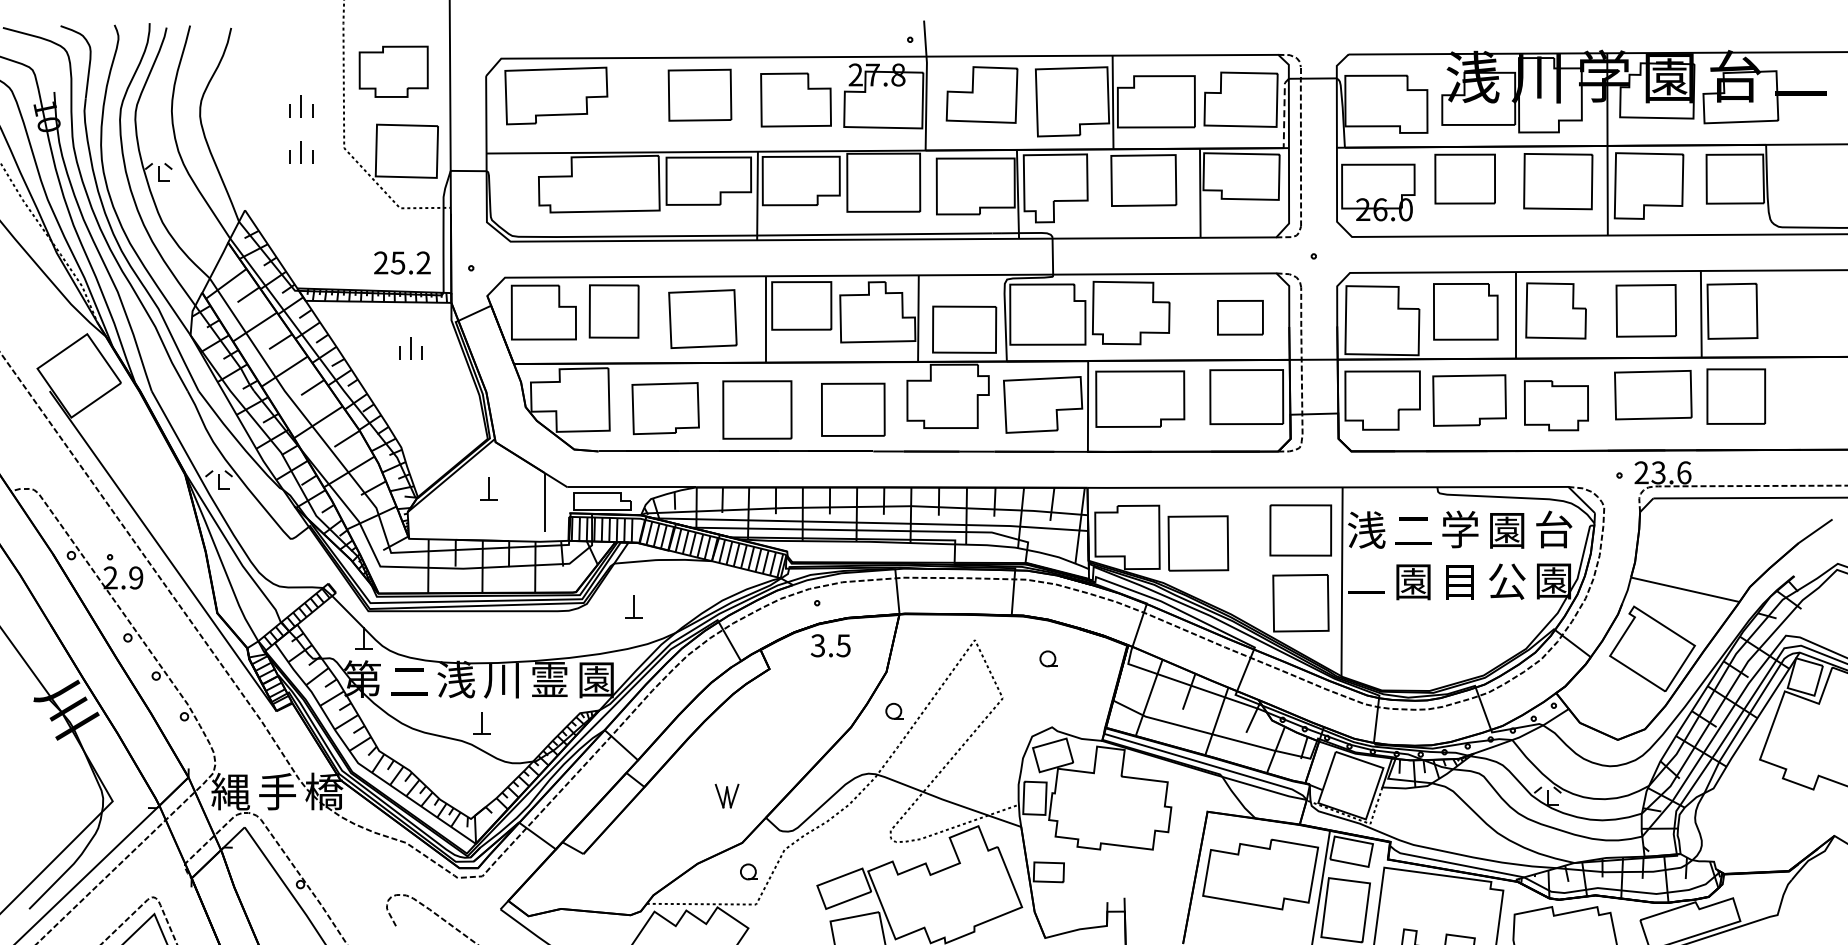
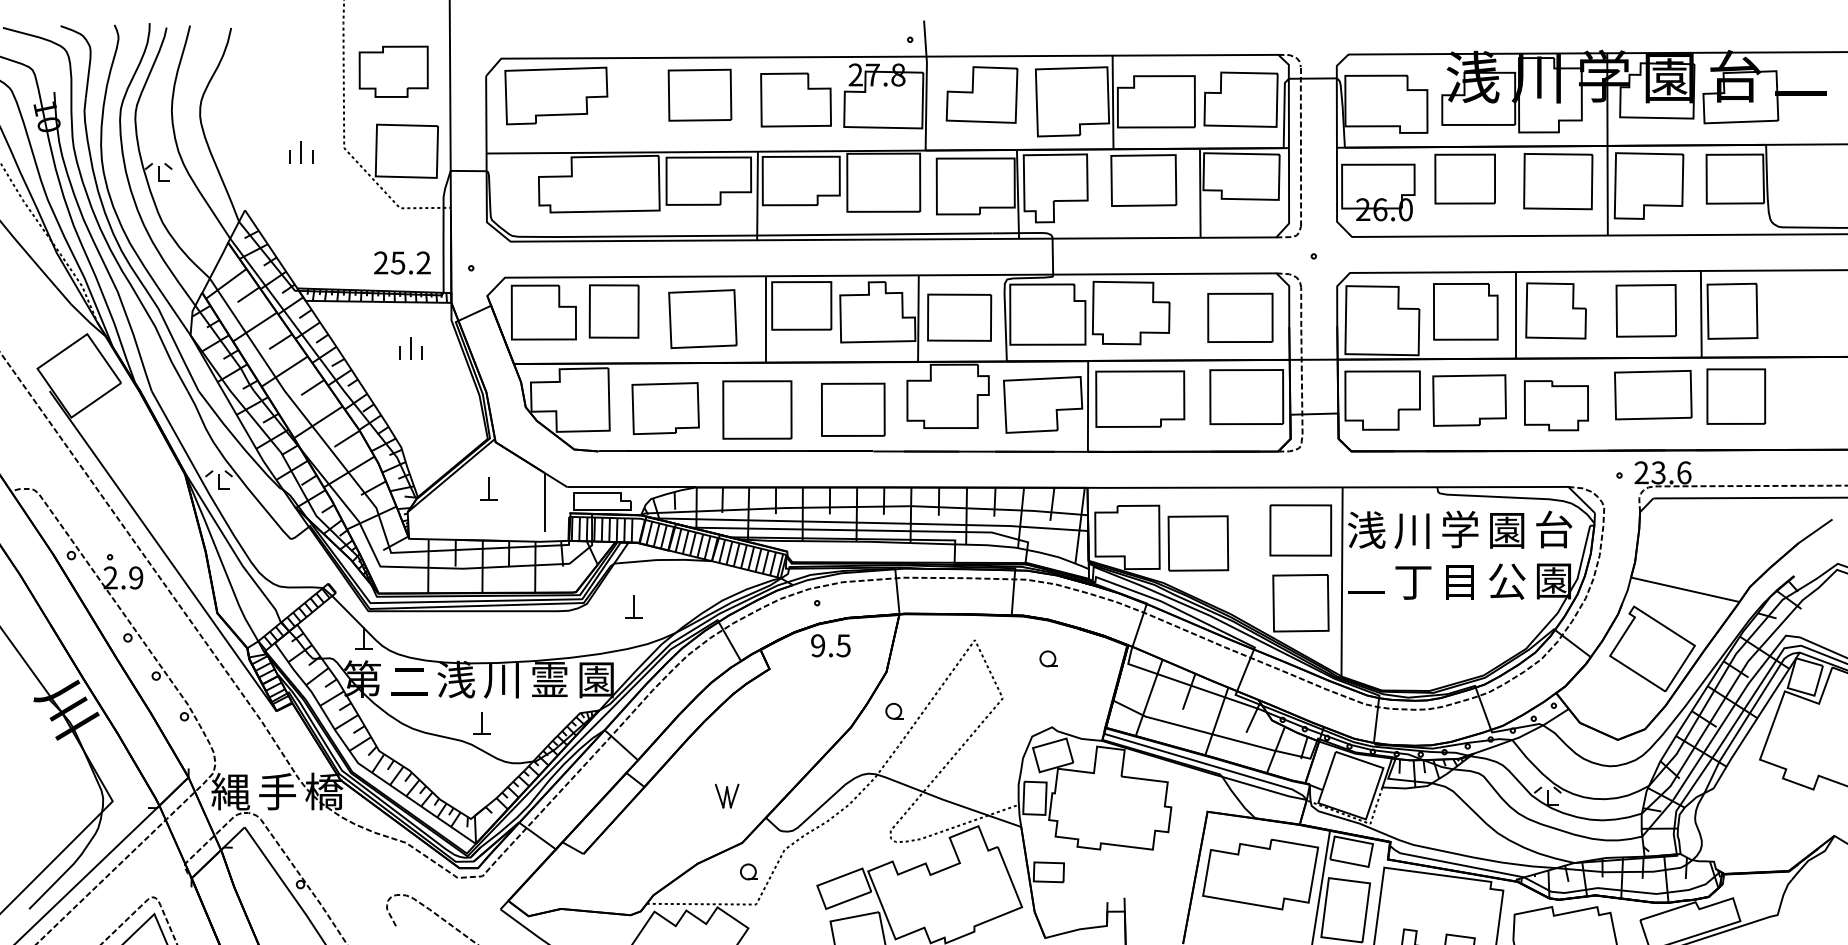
part at (301, 106): present -> none
line at (1284, 112): dashed -> solid
part at (1240, 317) size: 47x36 px -> 67x51 px
part at (964, 329) position: (964, 329) -> (959, 317)
text at (1412, 531): 二 -> 川
text at (1413, 582): 園 -> 丁
text at (817, 645): 3.5 -> 9.5
